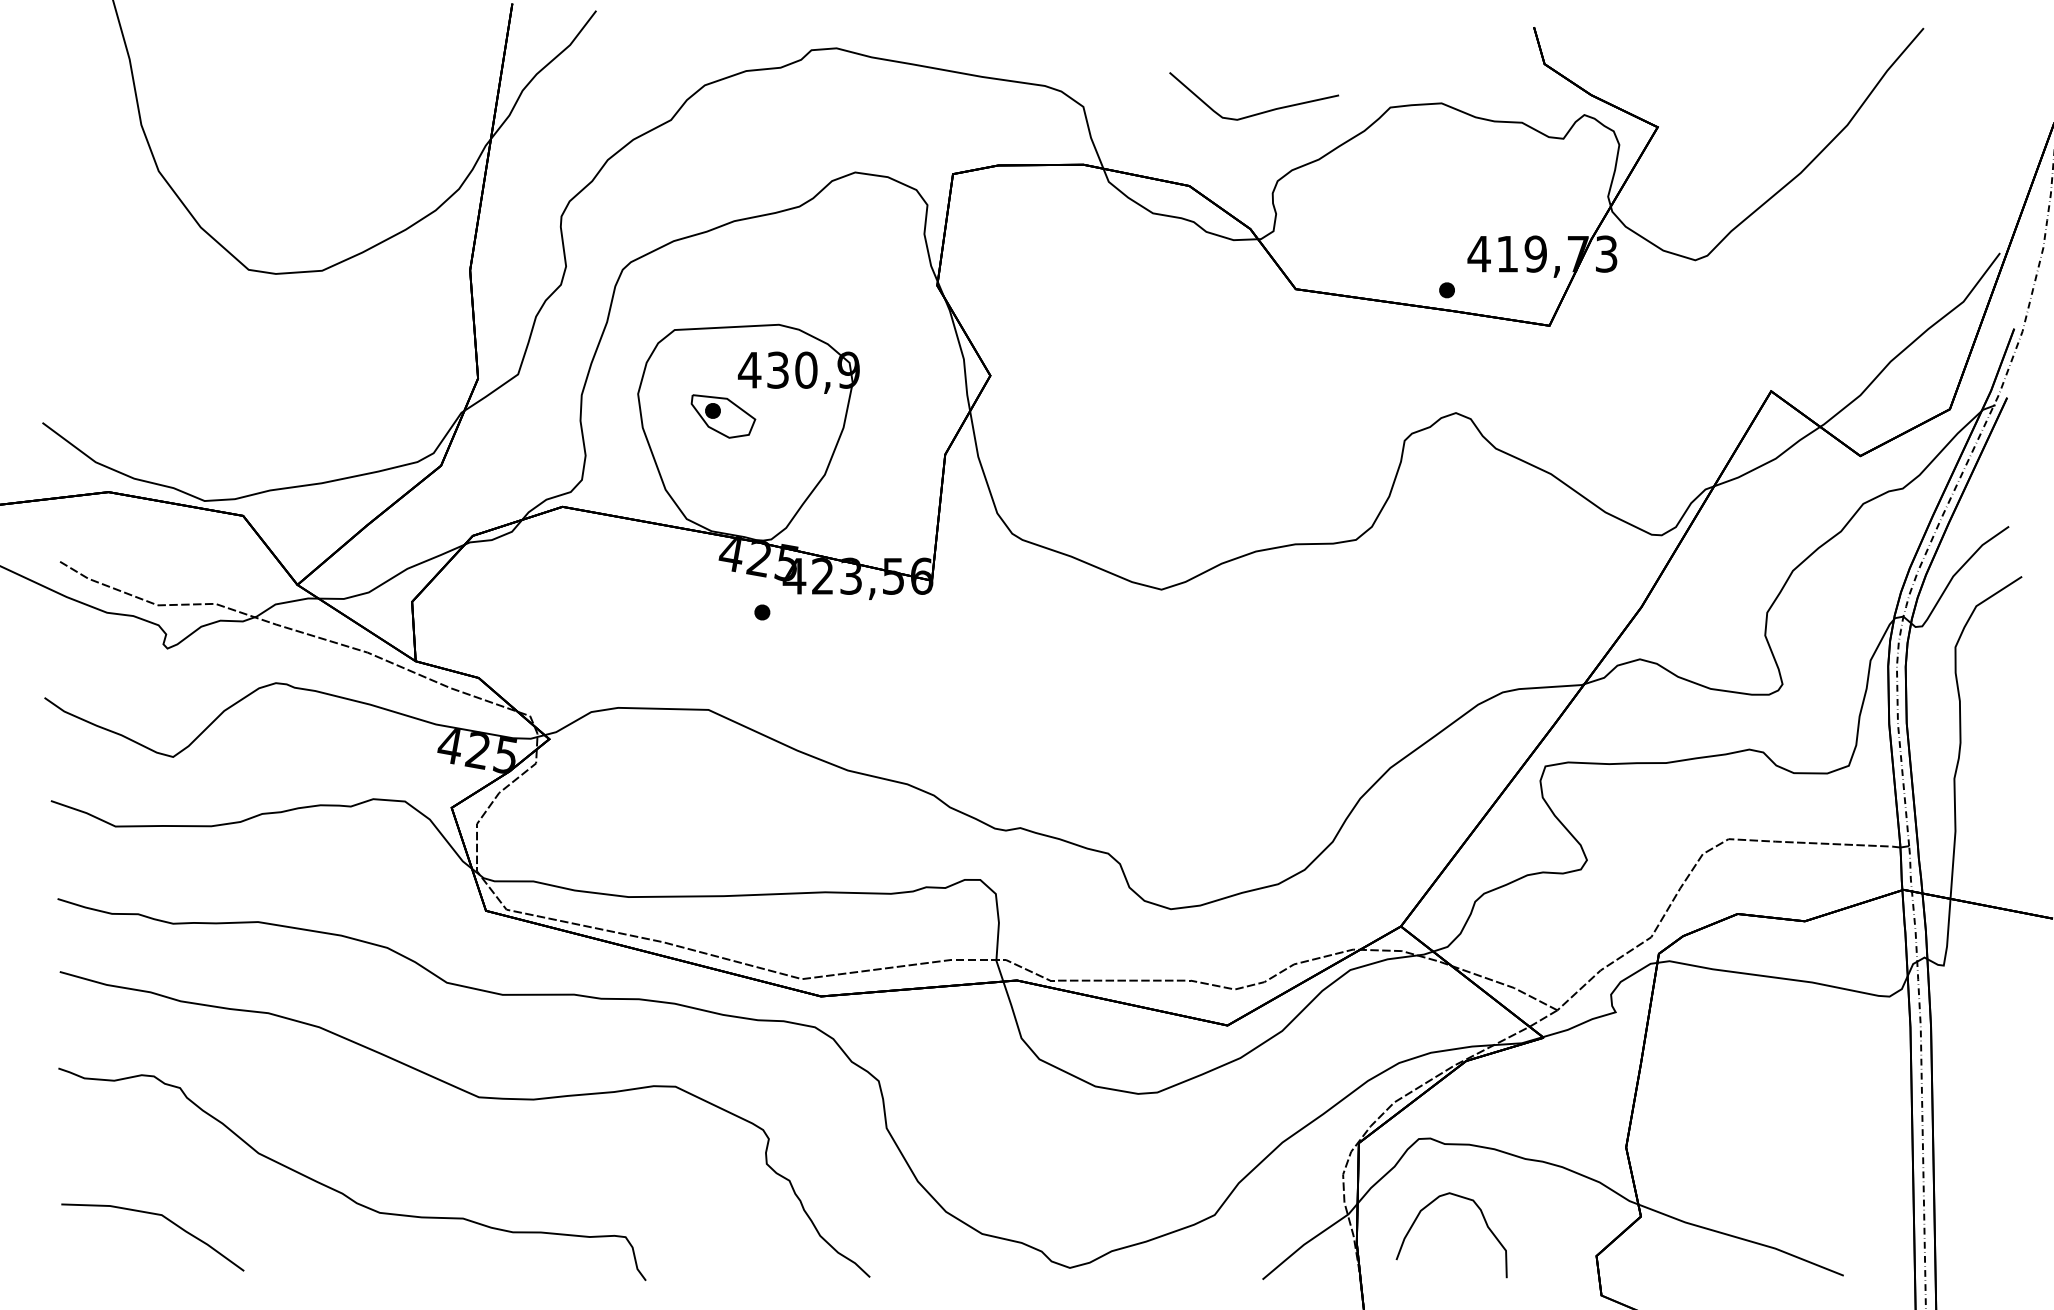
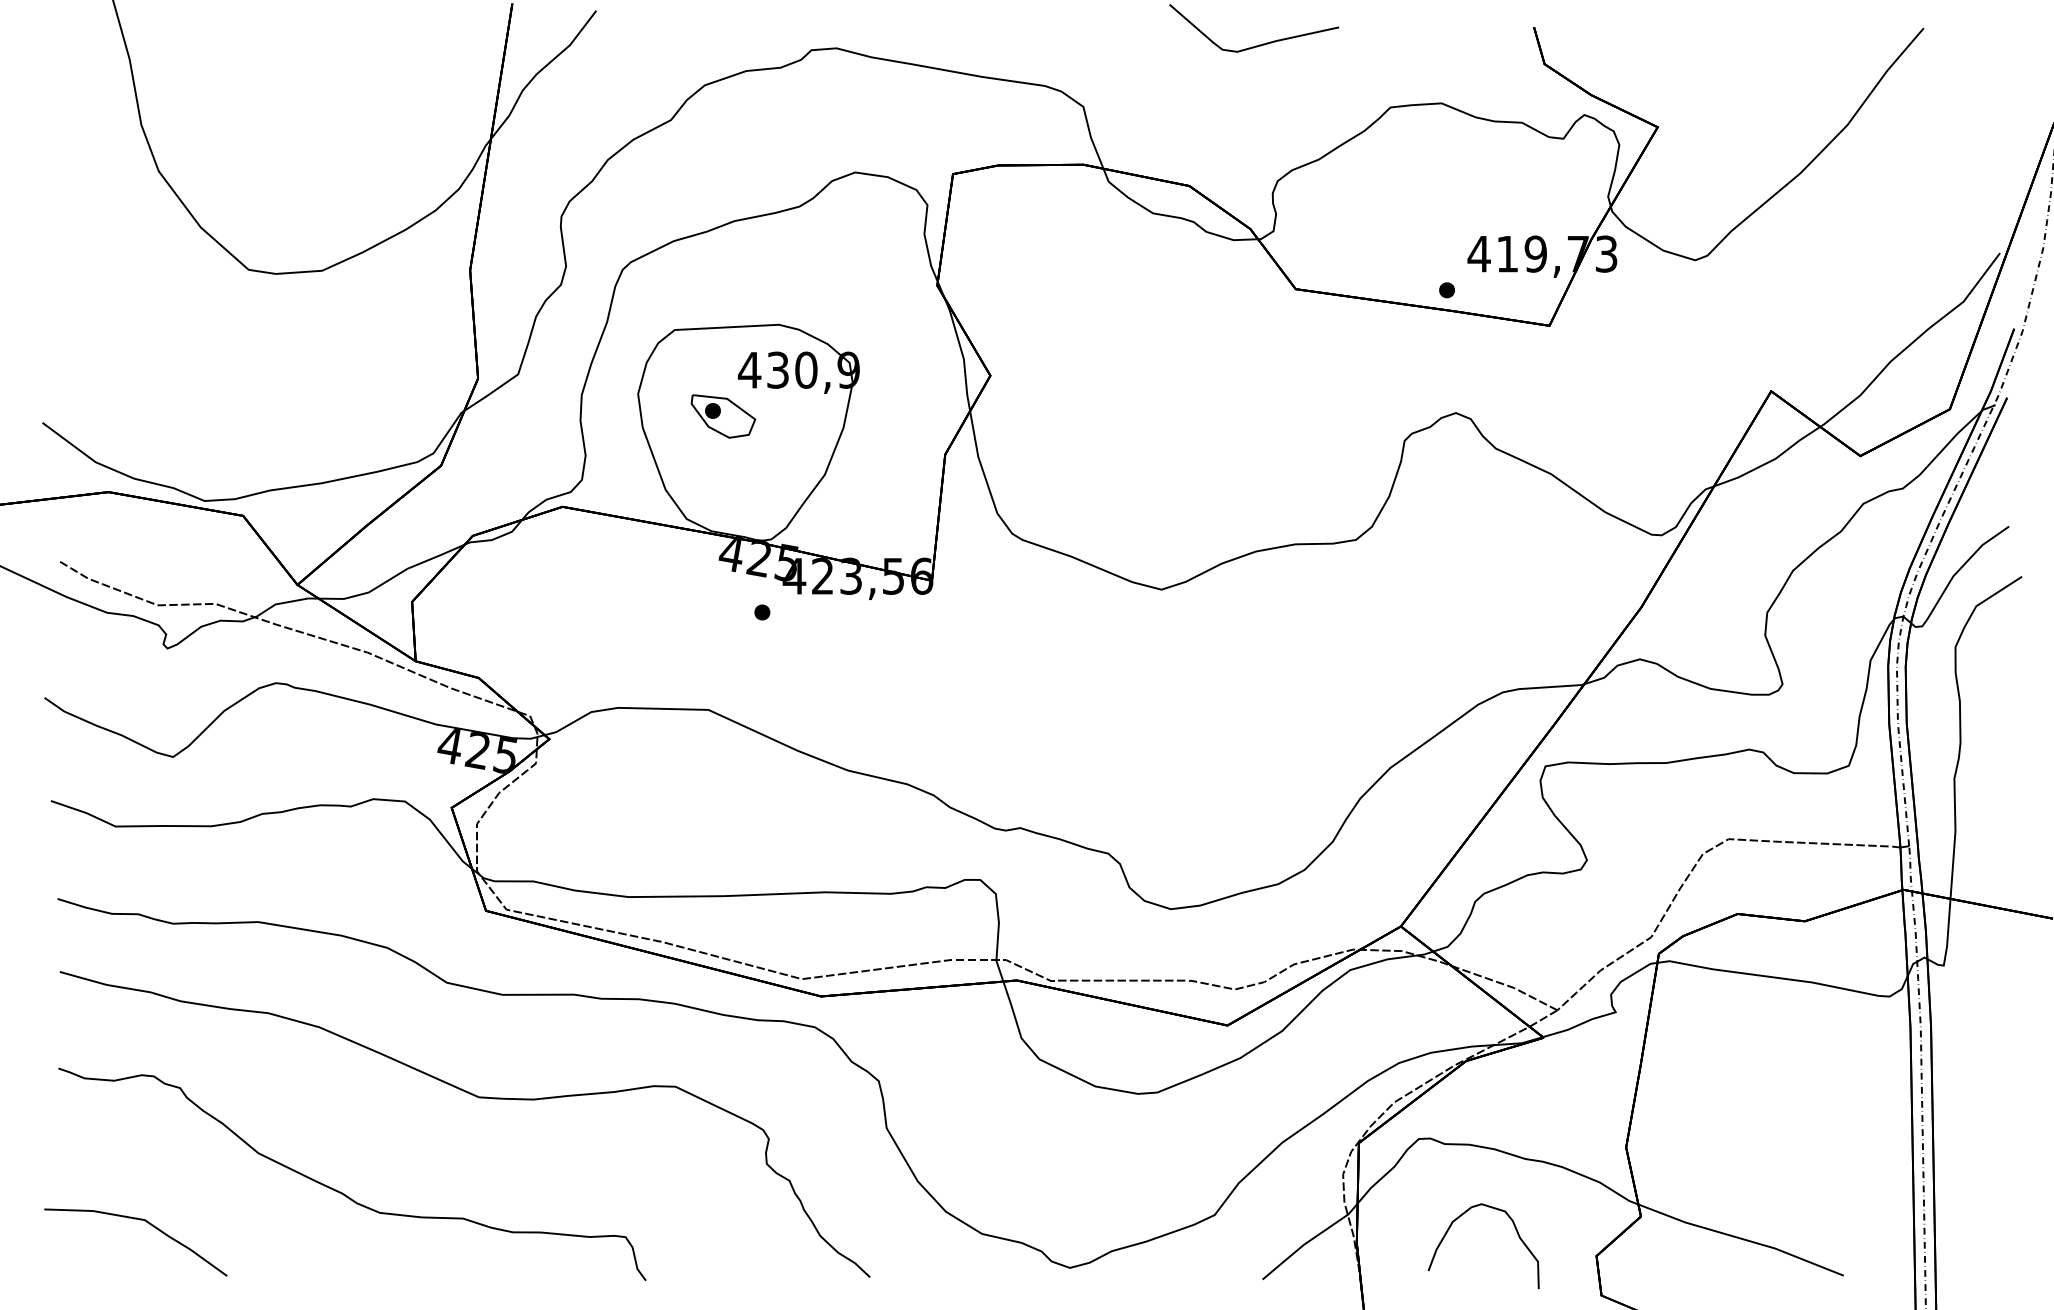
curve at (1259, 112) position: (1259, 112) -> (1259, 44)
curve at (156, 1215) position: (156, 1215) -> (139, 1220)
curve at (1483, 1219) position: (1483, 1219) -> (1515, 1230)
